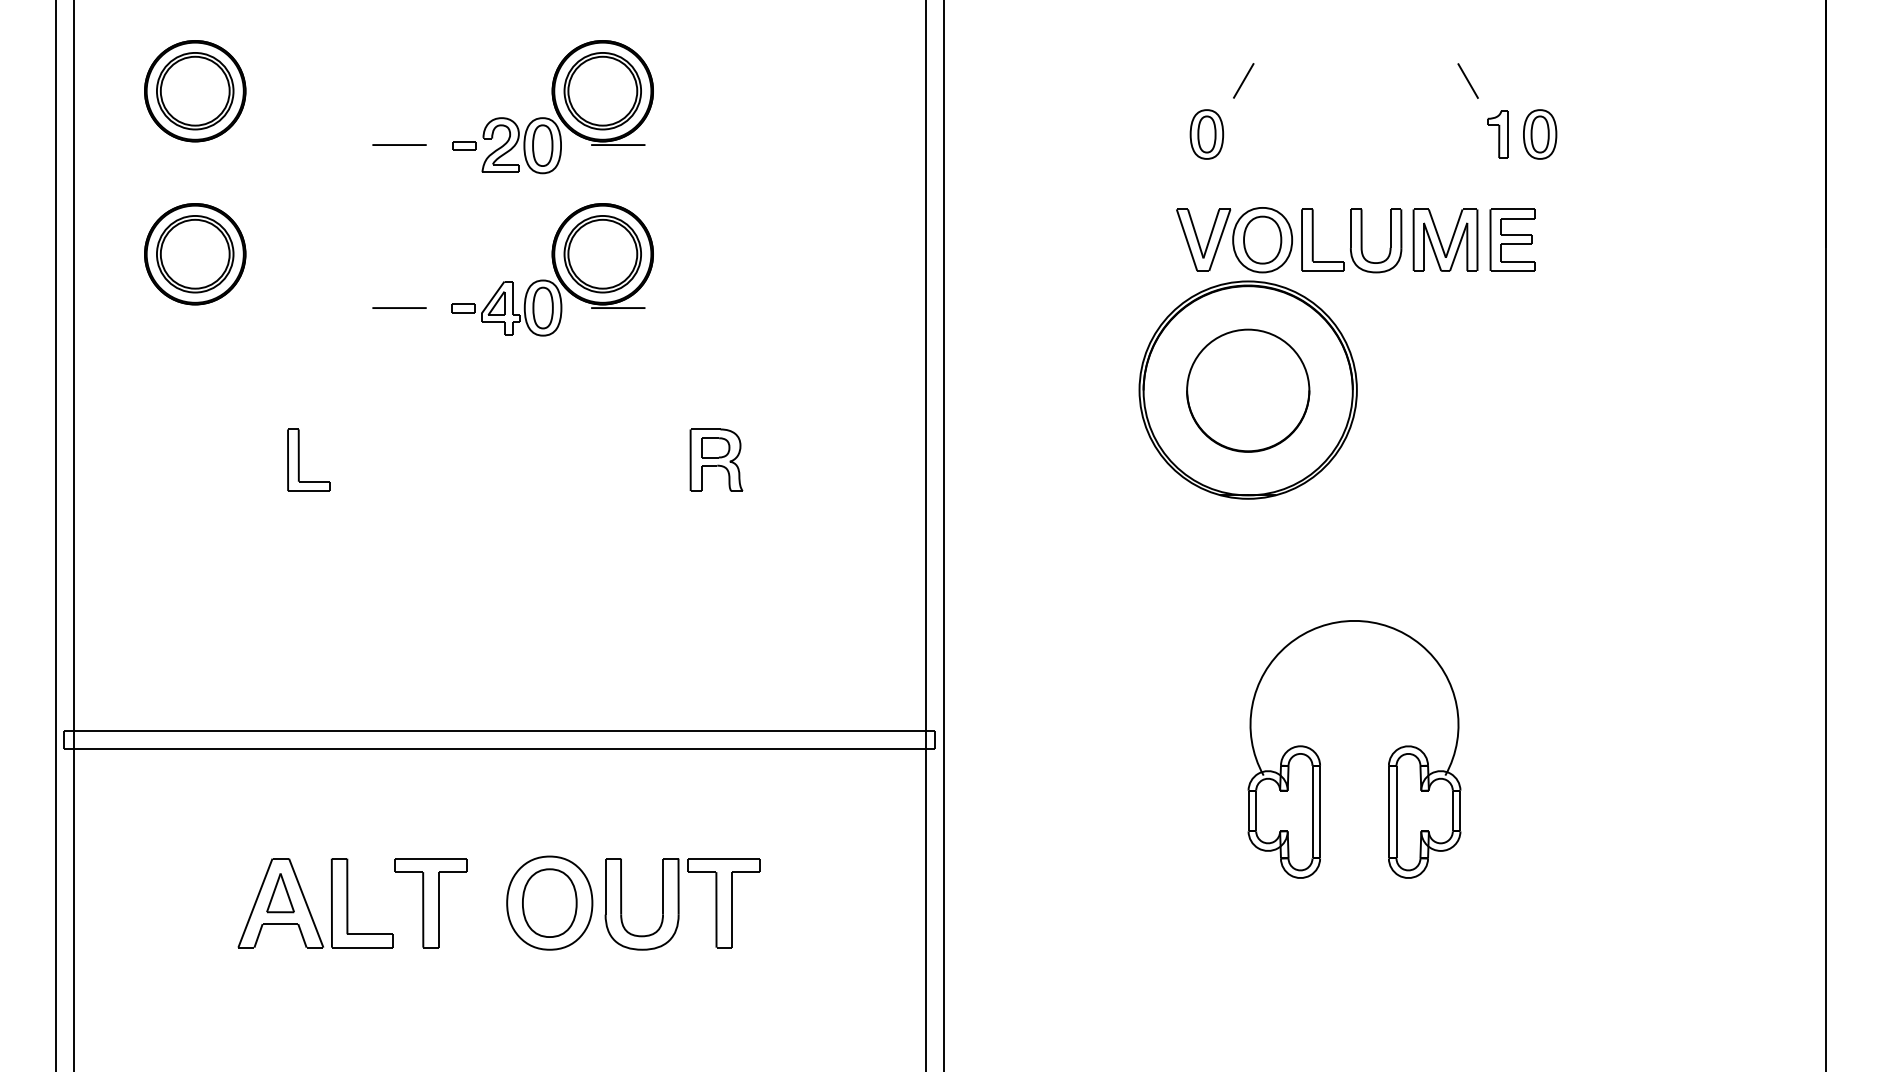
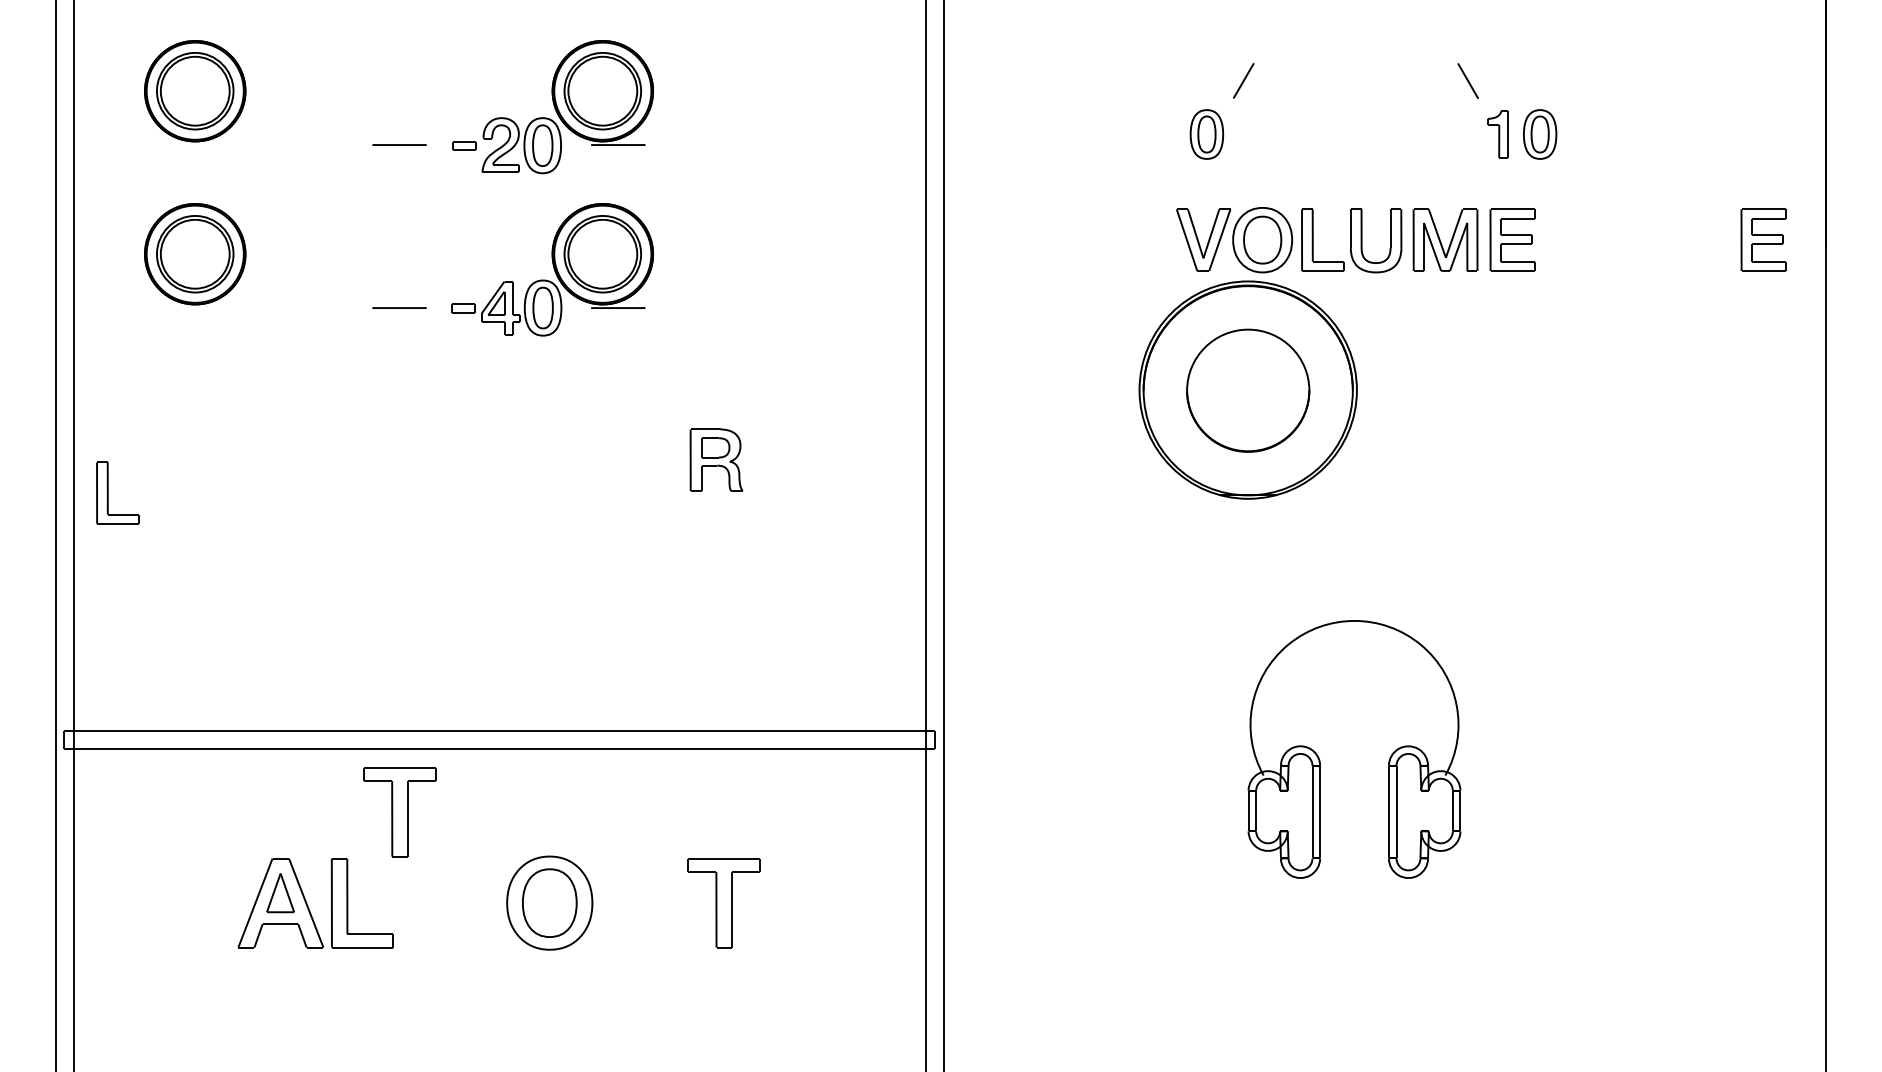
part at (1763, 239): none -> present
part at (299, 459) position: (299, 459) -> (108, 492)
part at (430, 903) position: (430, 903) -> (399, 812)
part at (622, 904): present -> none
